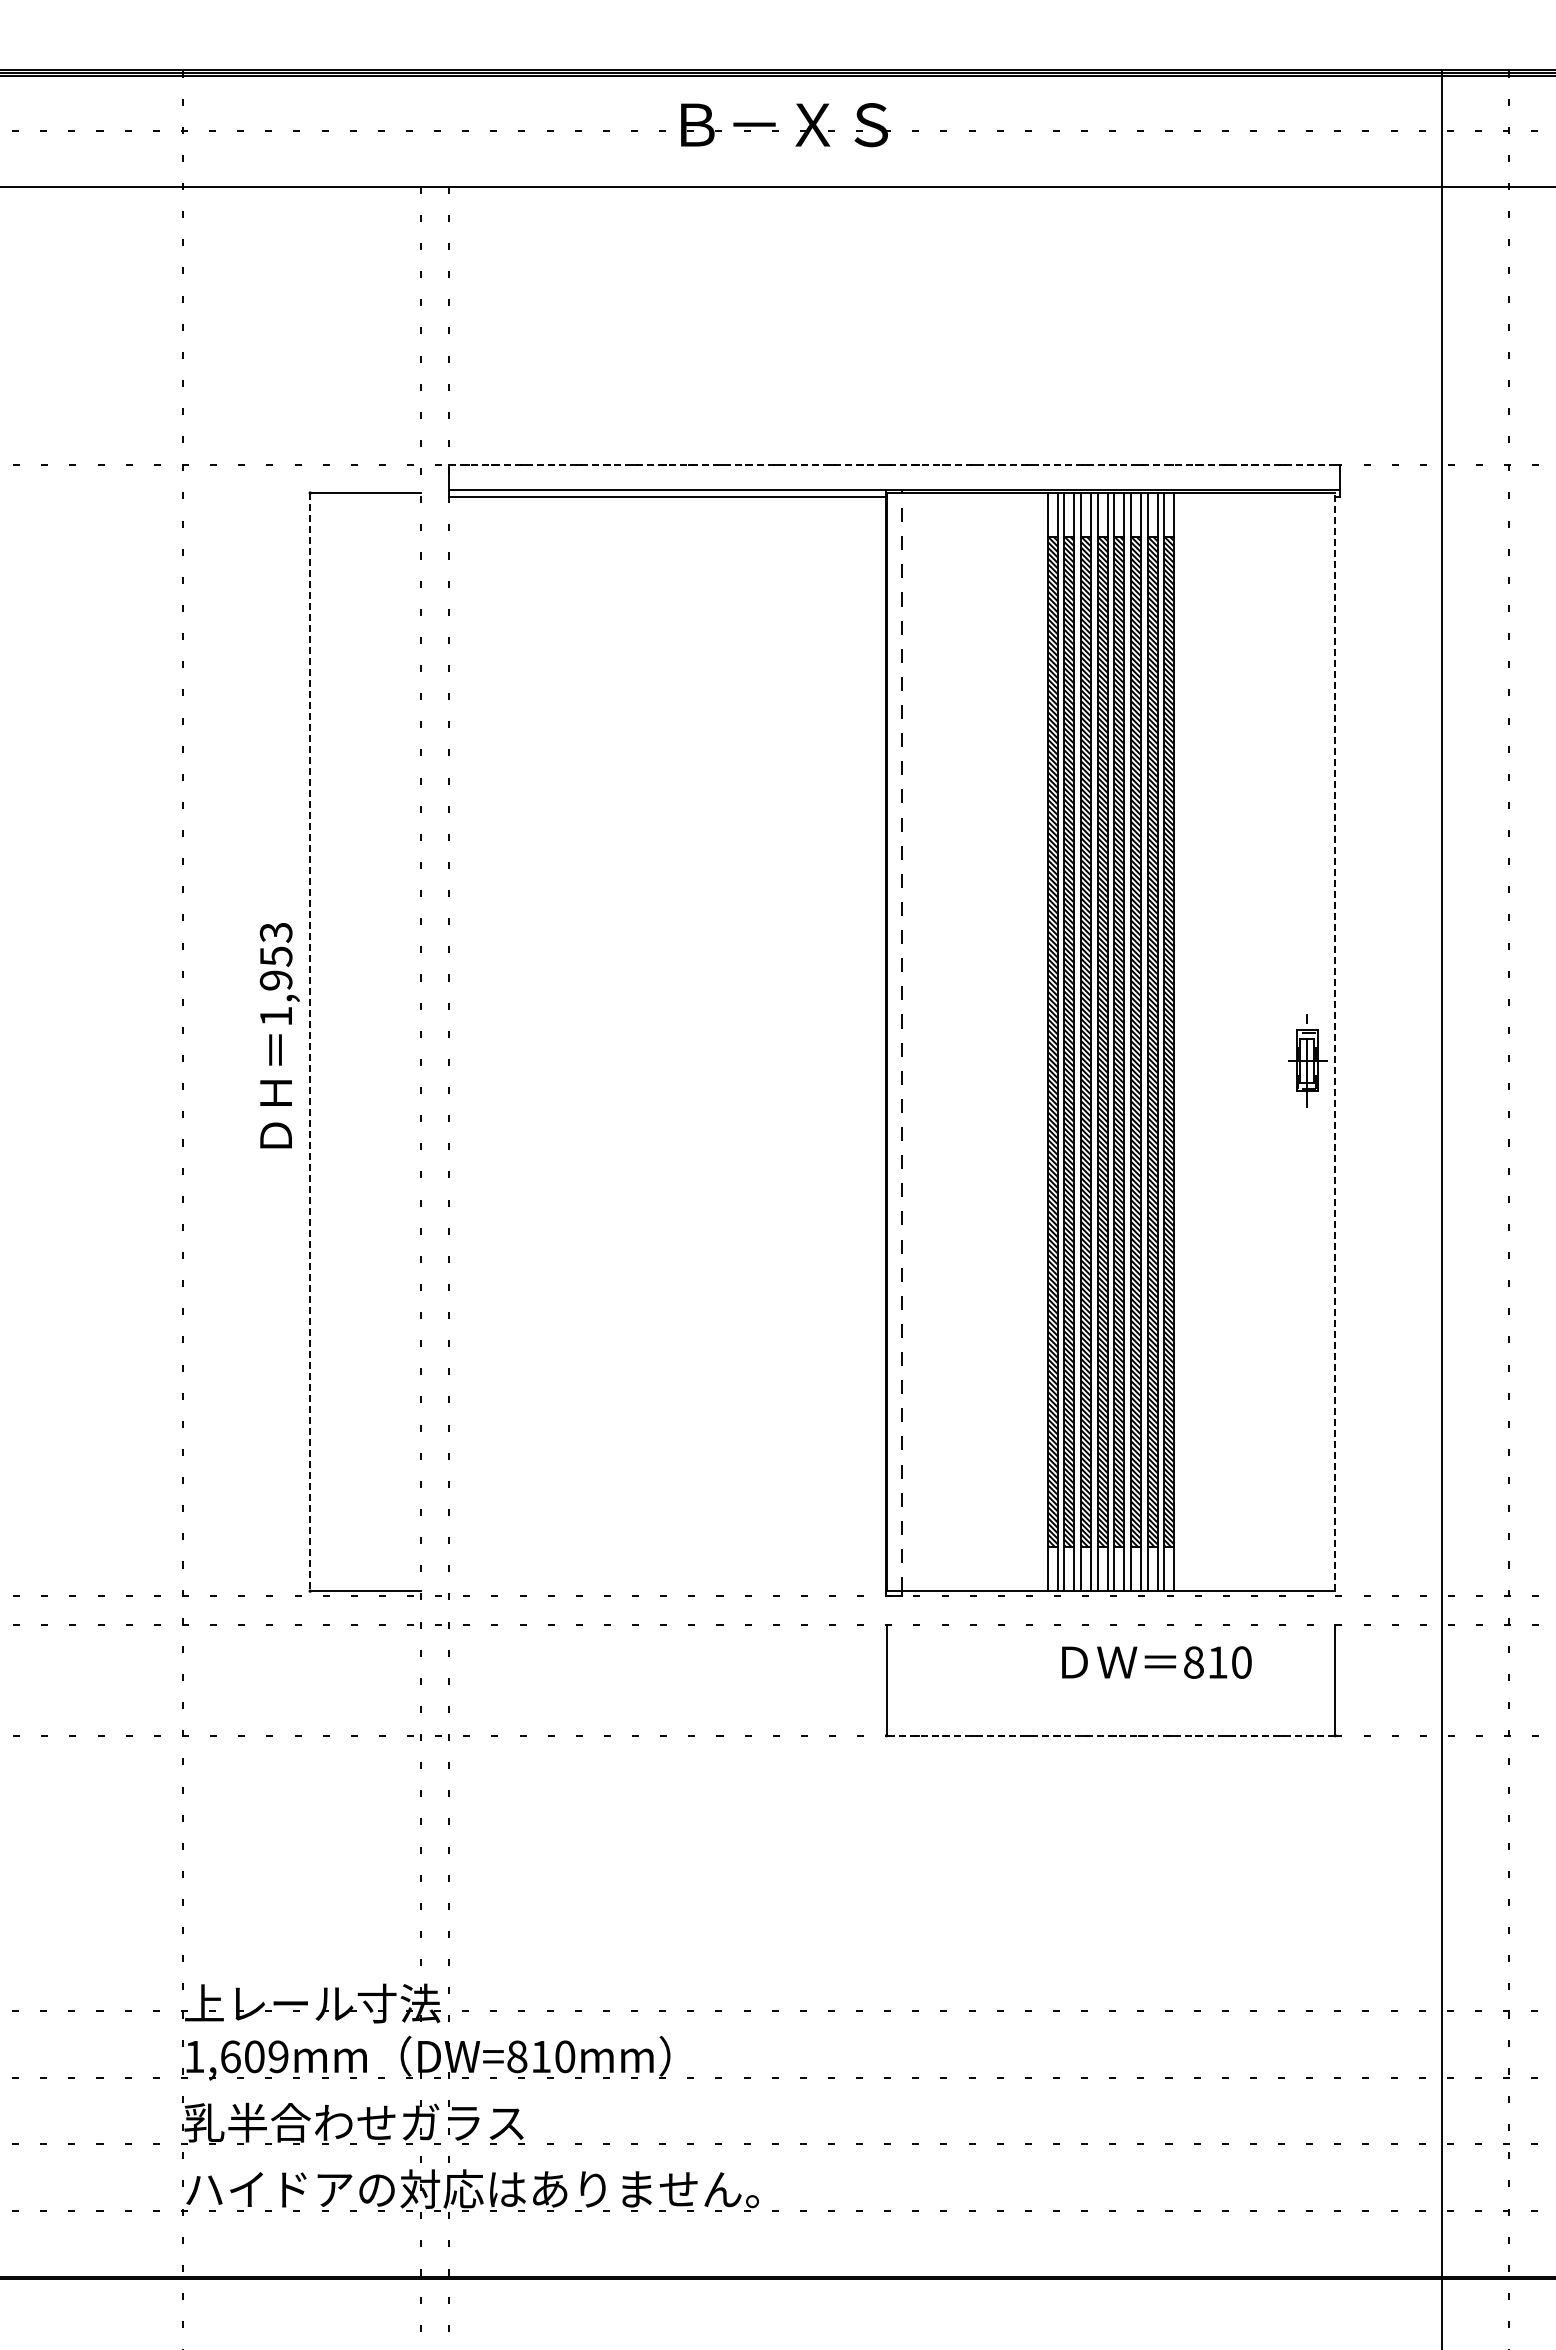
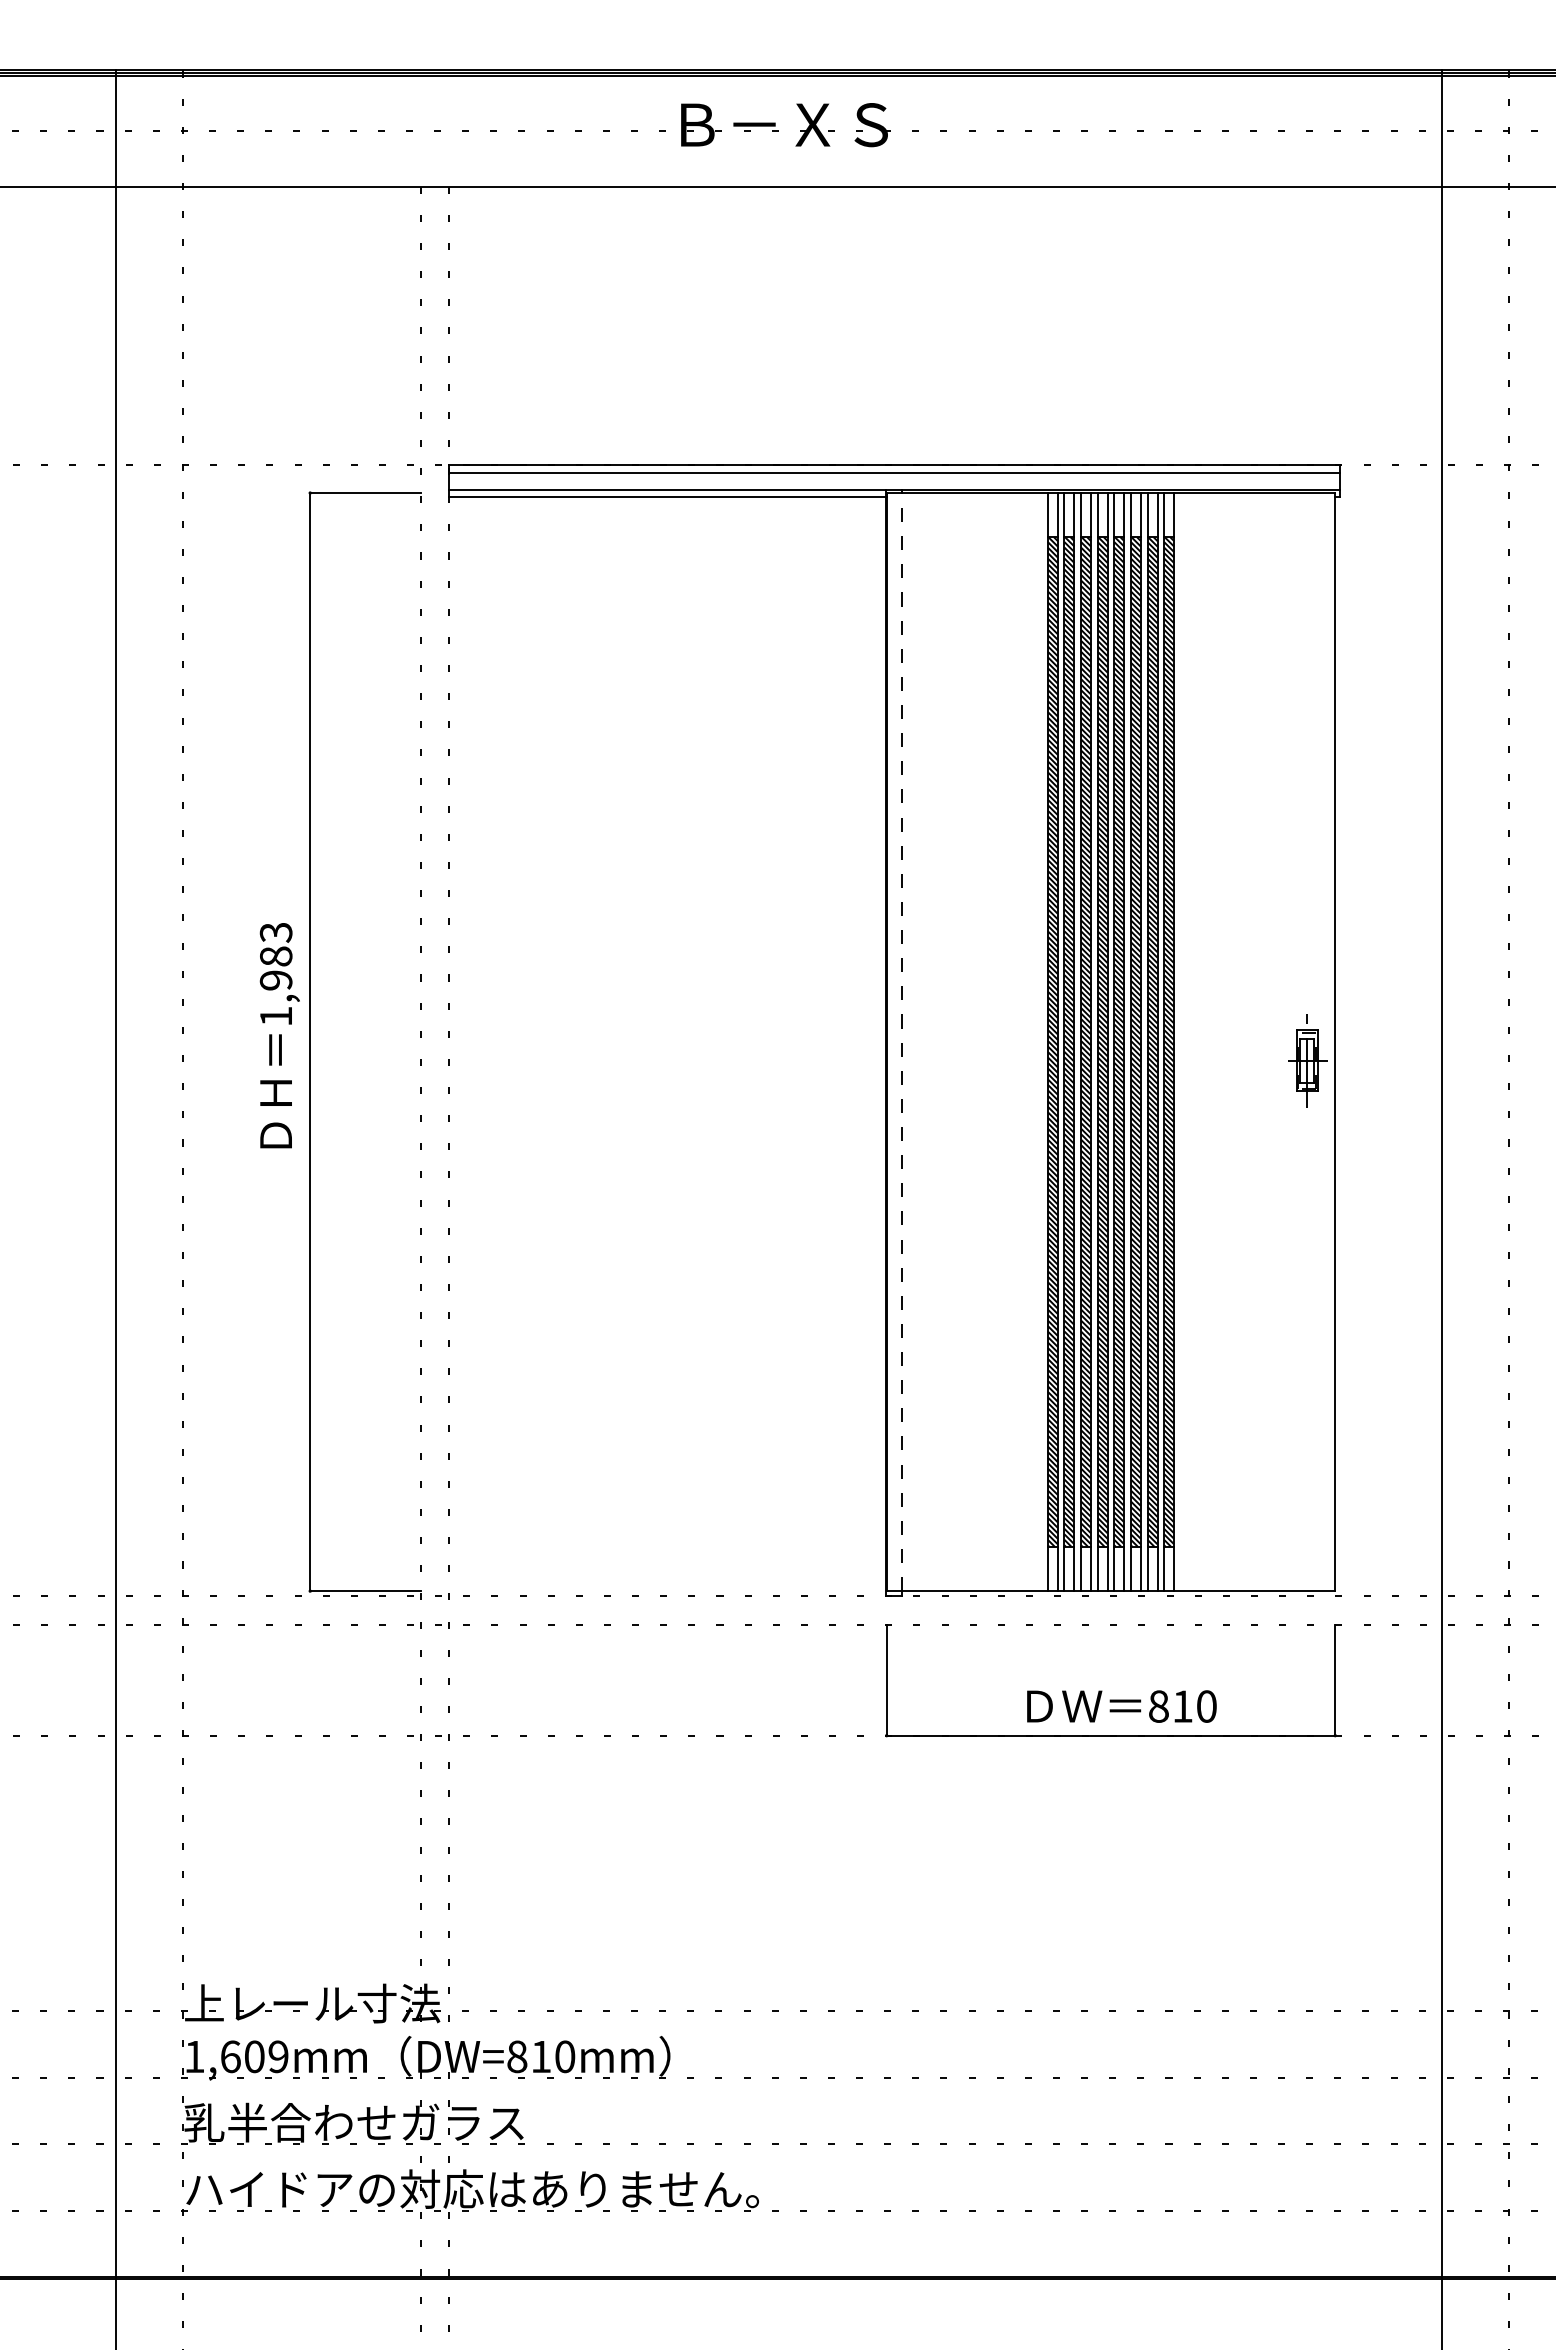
line at (894, 465): dashed -> solid
line at (893, 472): none -> present
text at (276, 956): 1,953 -> 1,983
line at (1335, 1041): dashed -> solid
line at (310, 1042): dashed -> solid
line at (116, 1208): none -> present
text at (1156, 1662) position: (1156, 1662) -> (1121, 1706)
line at (1110, 1735): dashed -> solid
